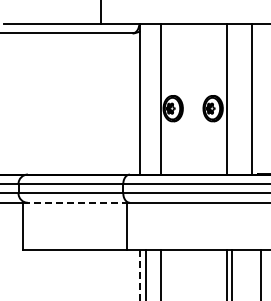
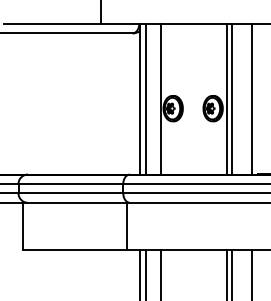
line at (145, 98): none -> present
line at (232, 98): none -> present
line at (75, 202): dashed -> solid
line at (261, 273) position: (261, 273) -> (252, 273)
line at (140, 275): dashed -> solid
